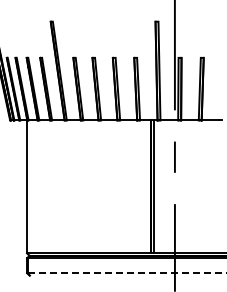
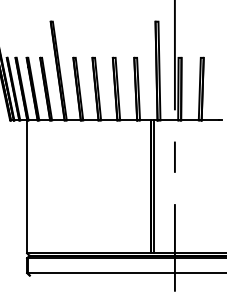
line at (127, 273): dashed -> solid
